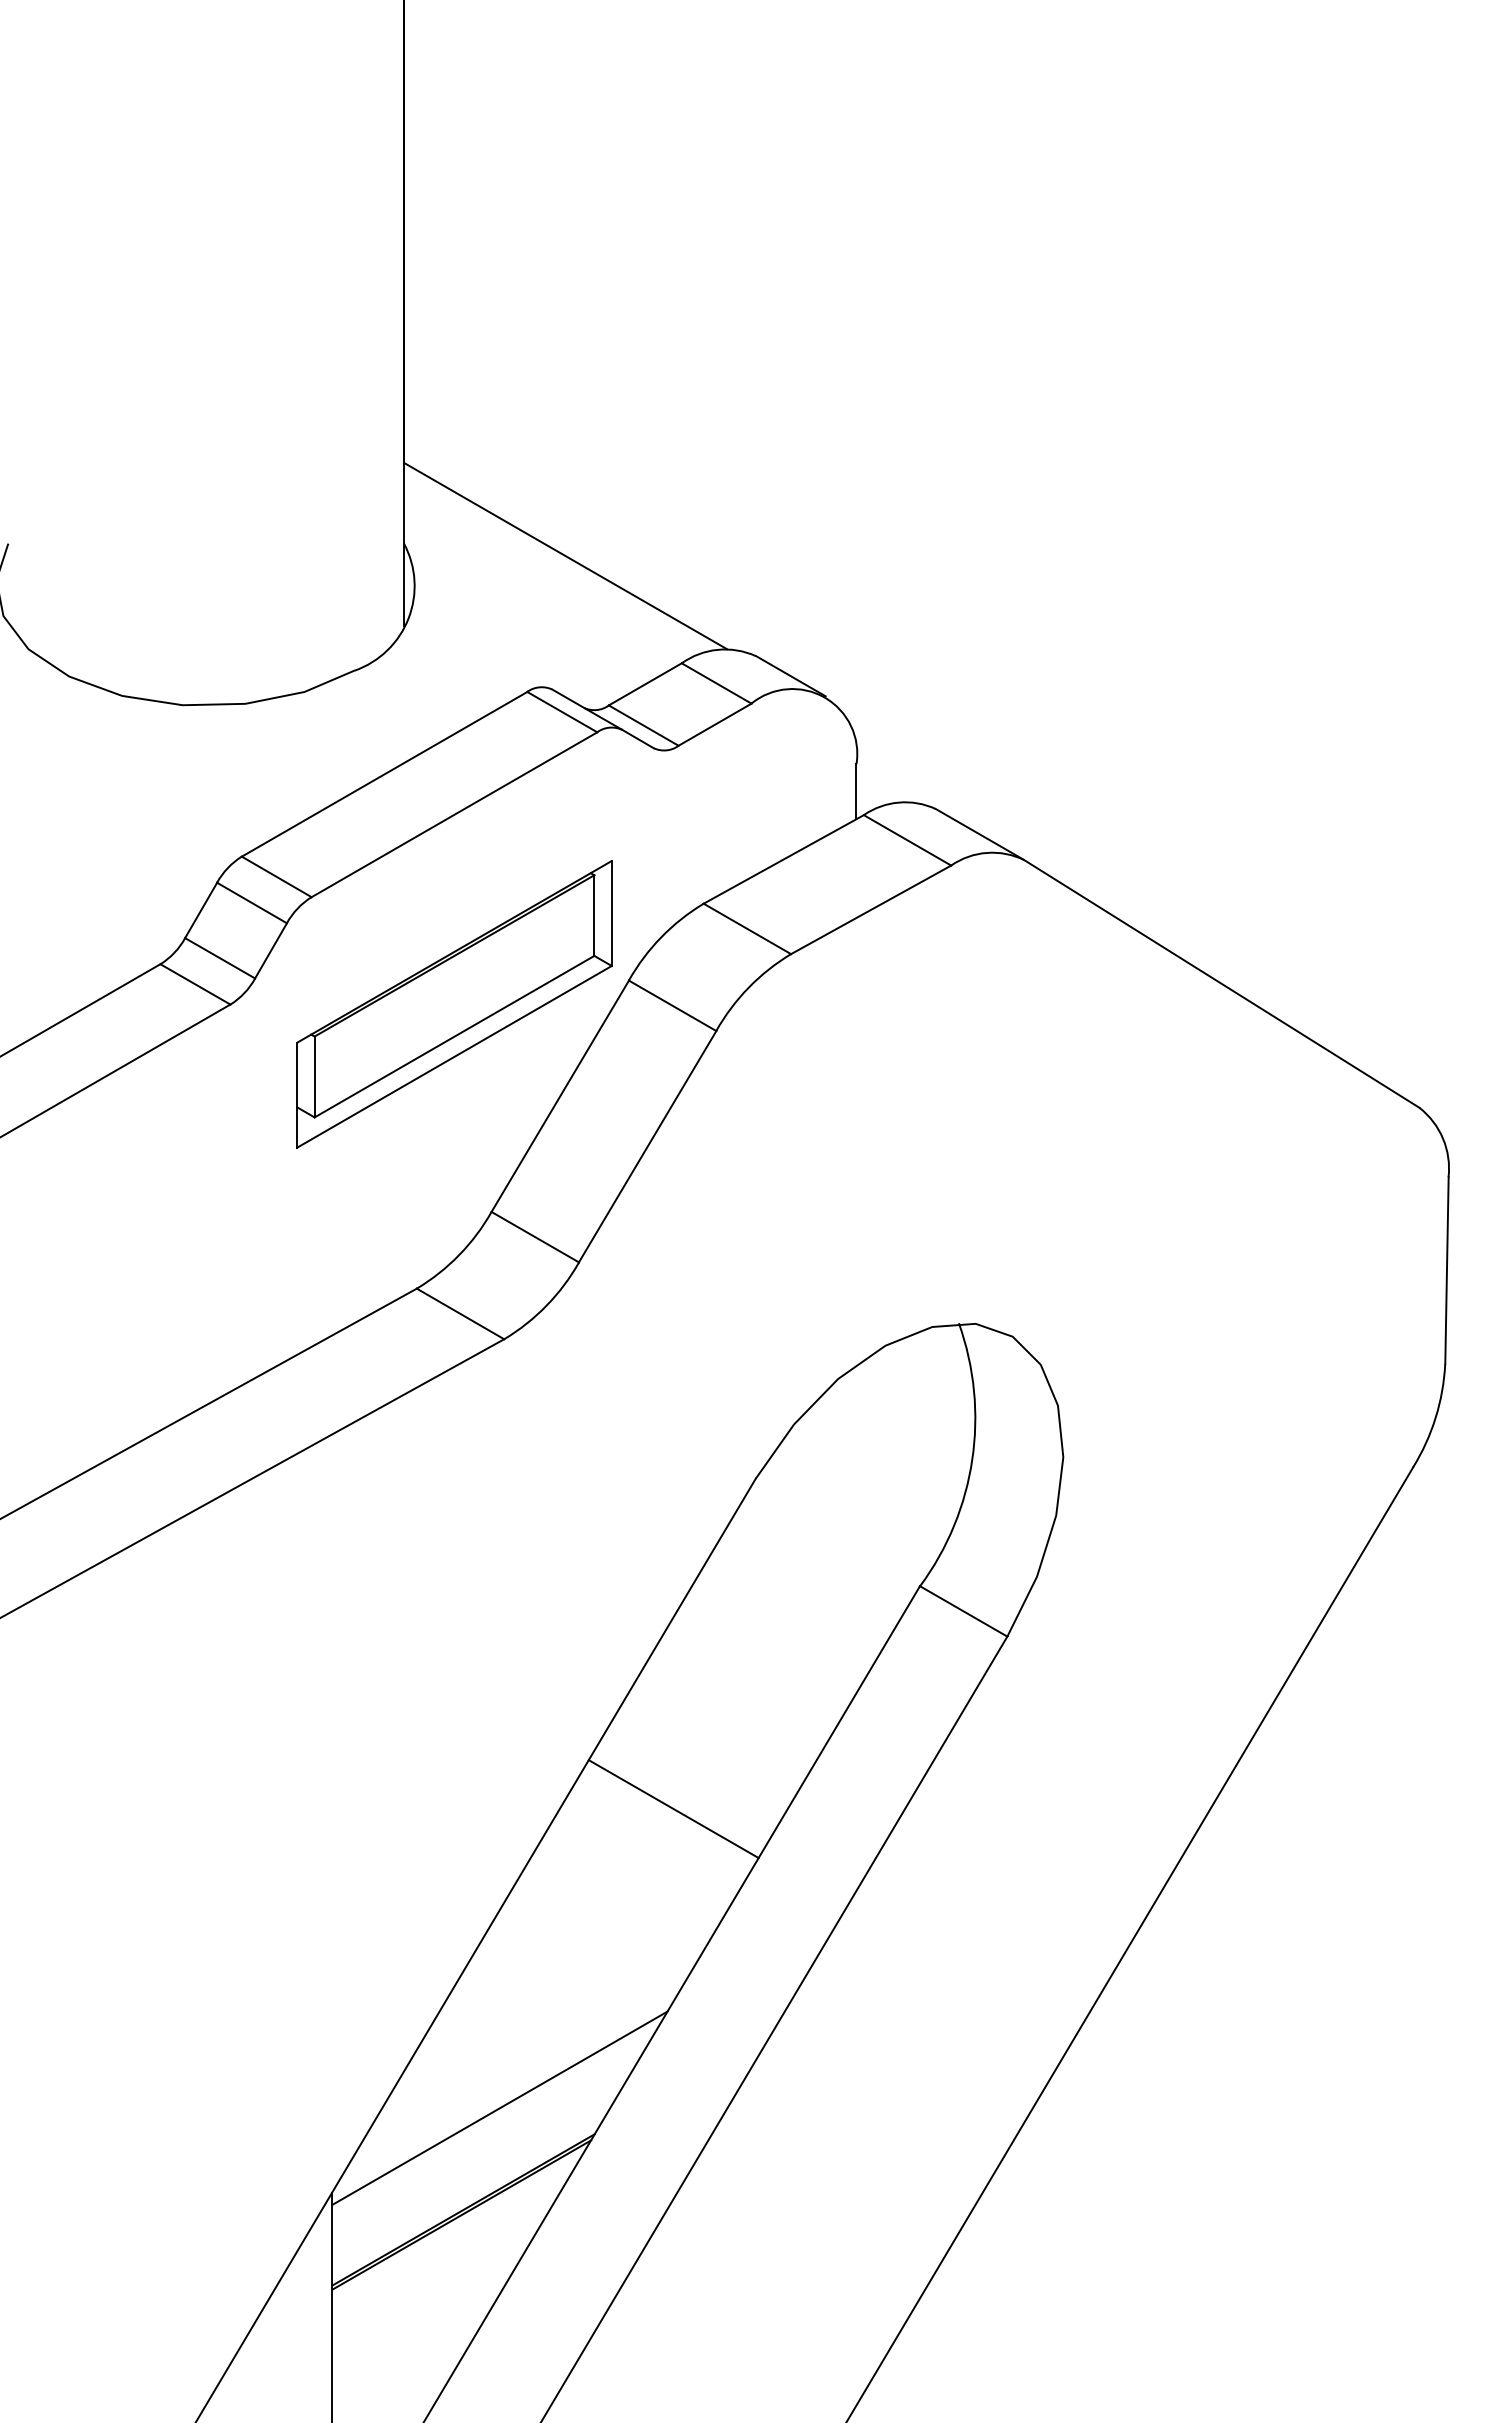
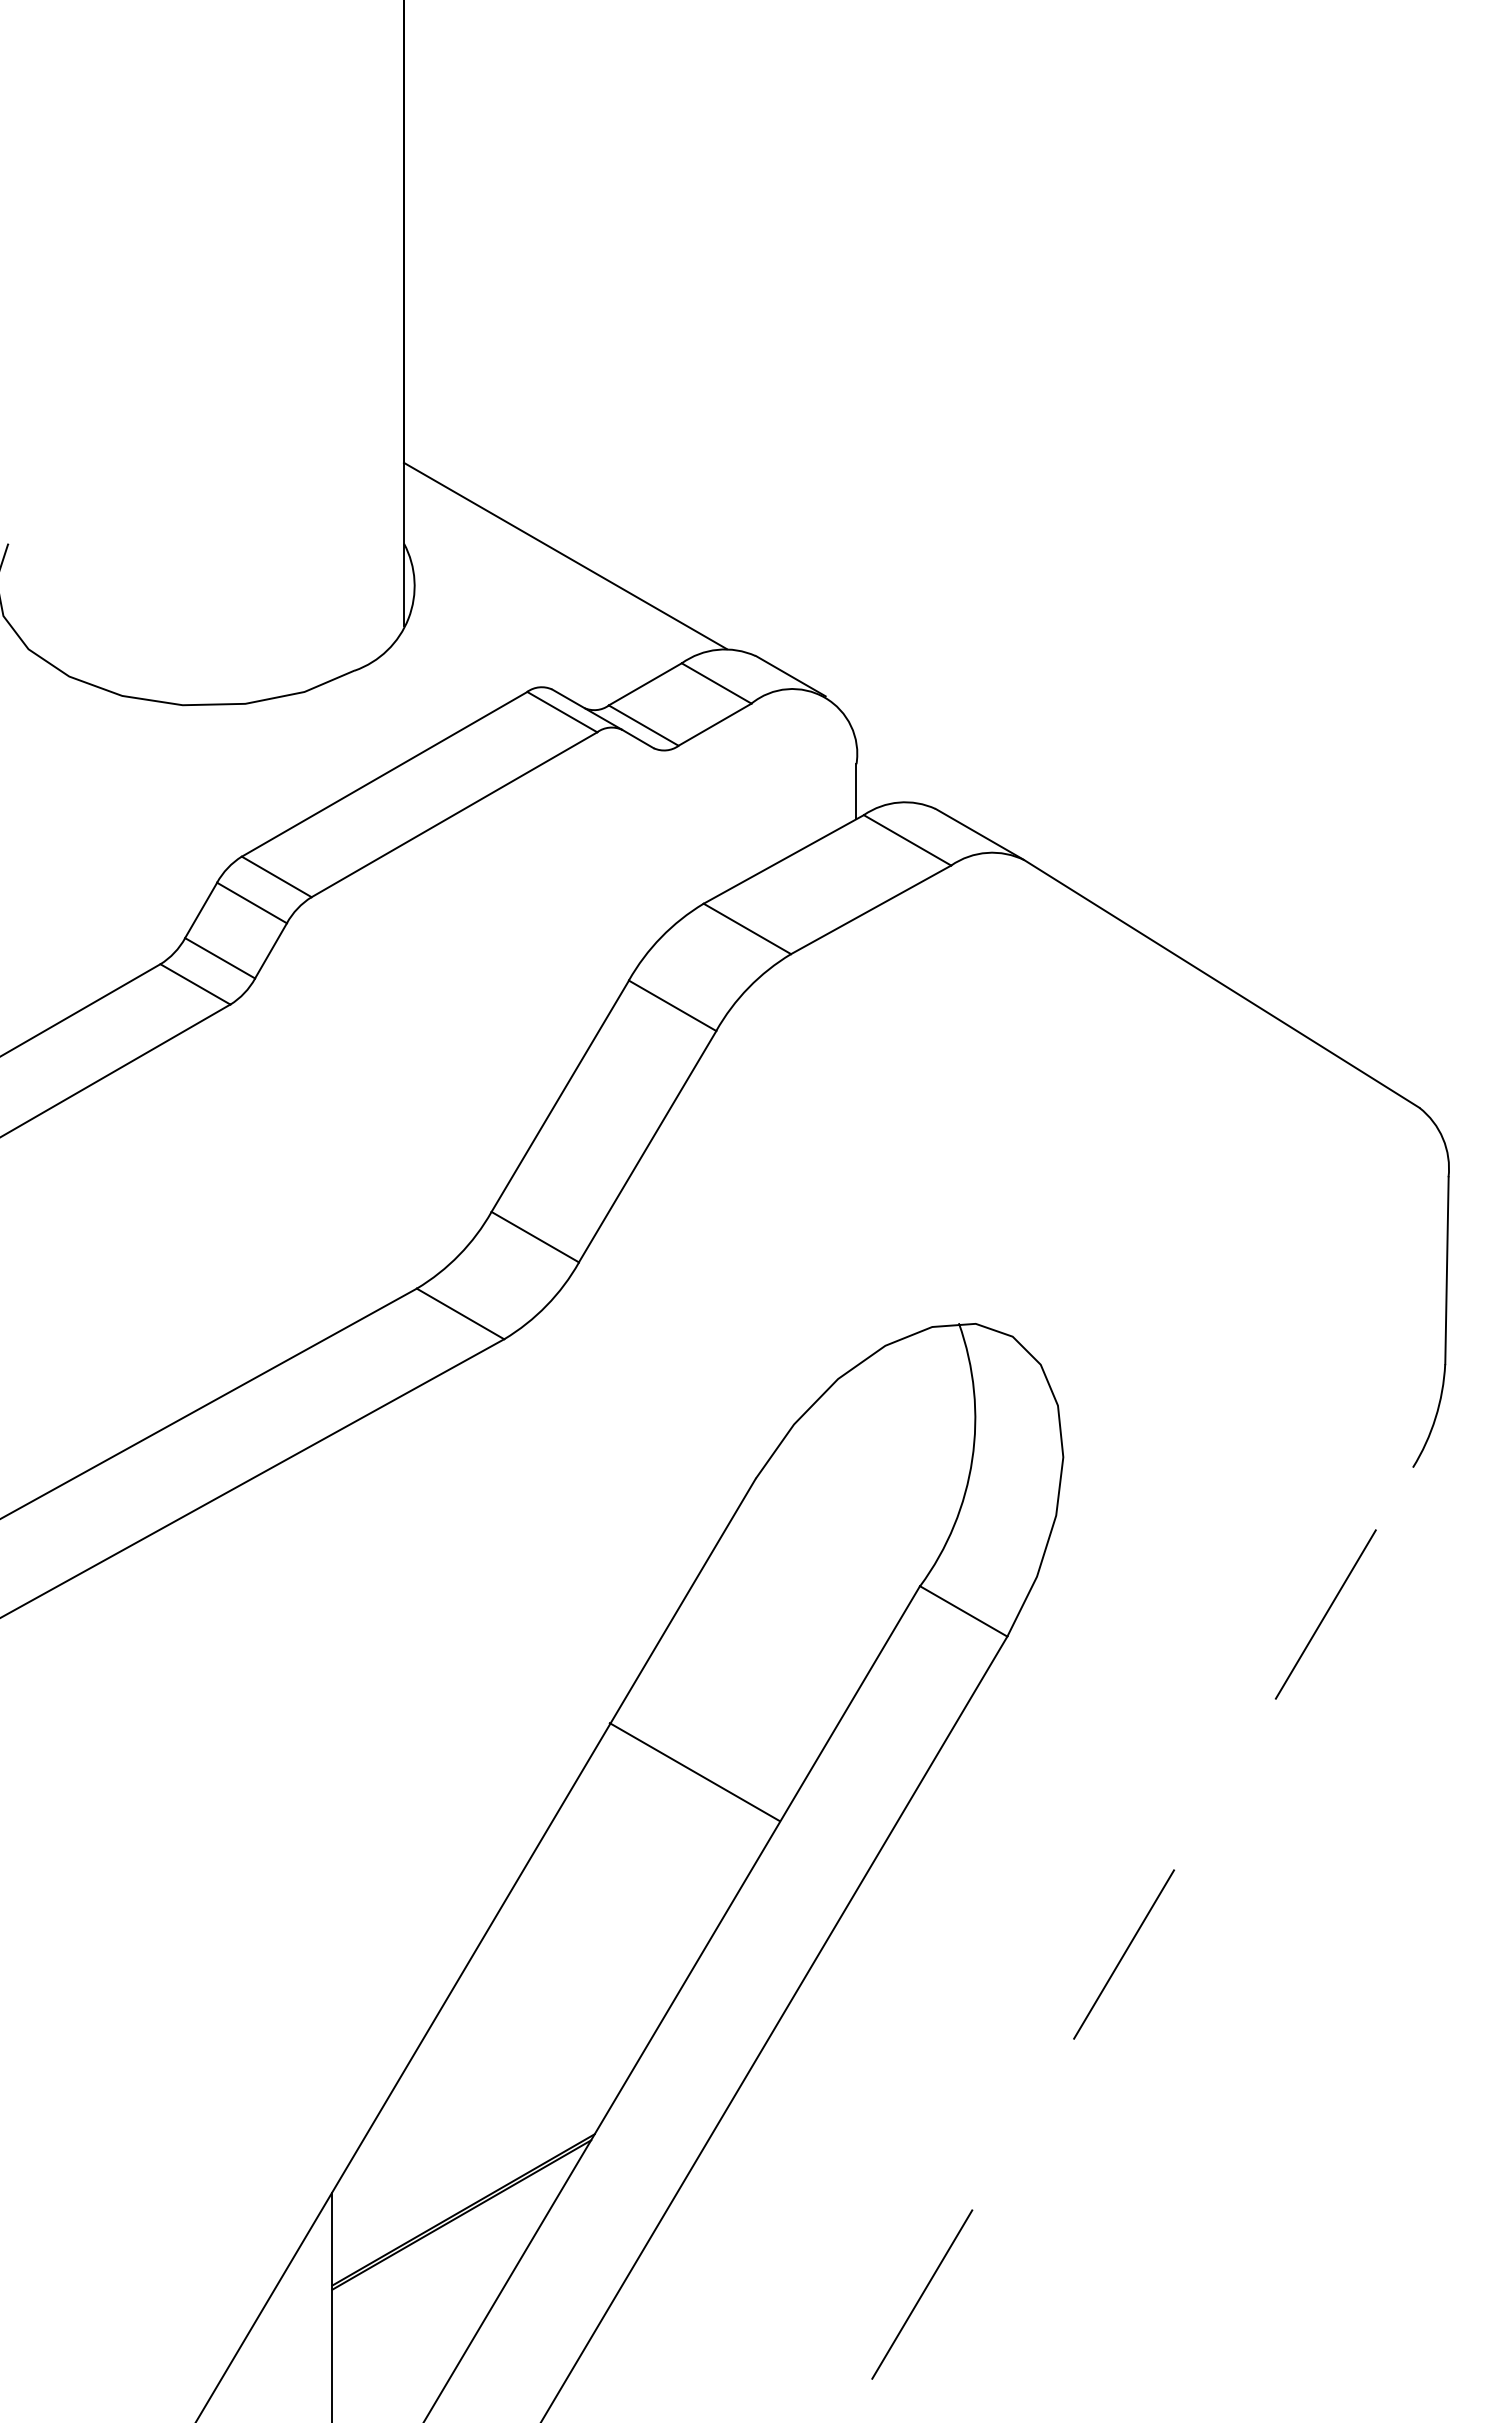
part at (454, 1004): present -> none
line at (673, 1809) position: (673, 1809) -> (694, 1772)
line at (1129, 1944): solid -> dashed
line at (499, 2108): present -> none
